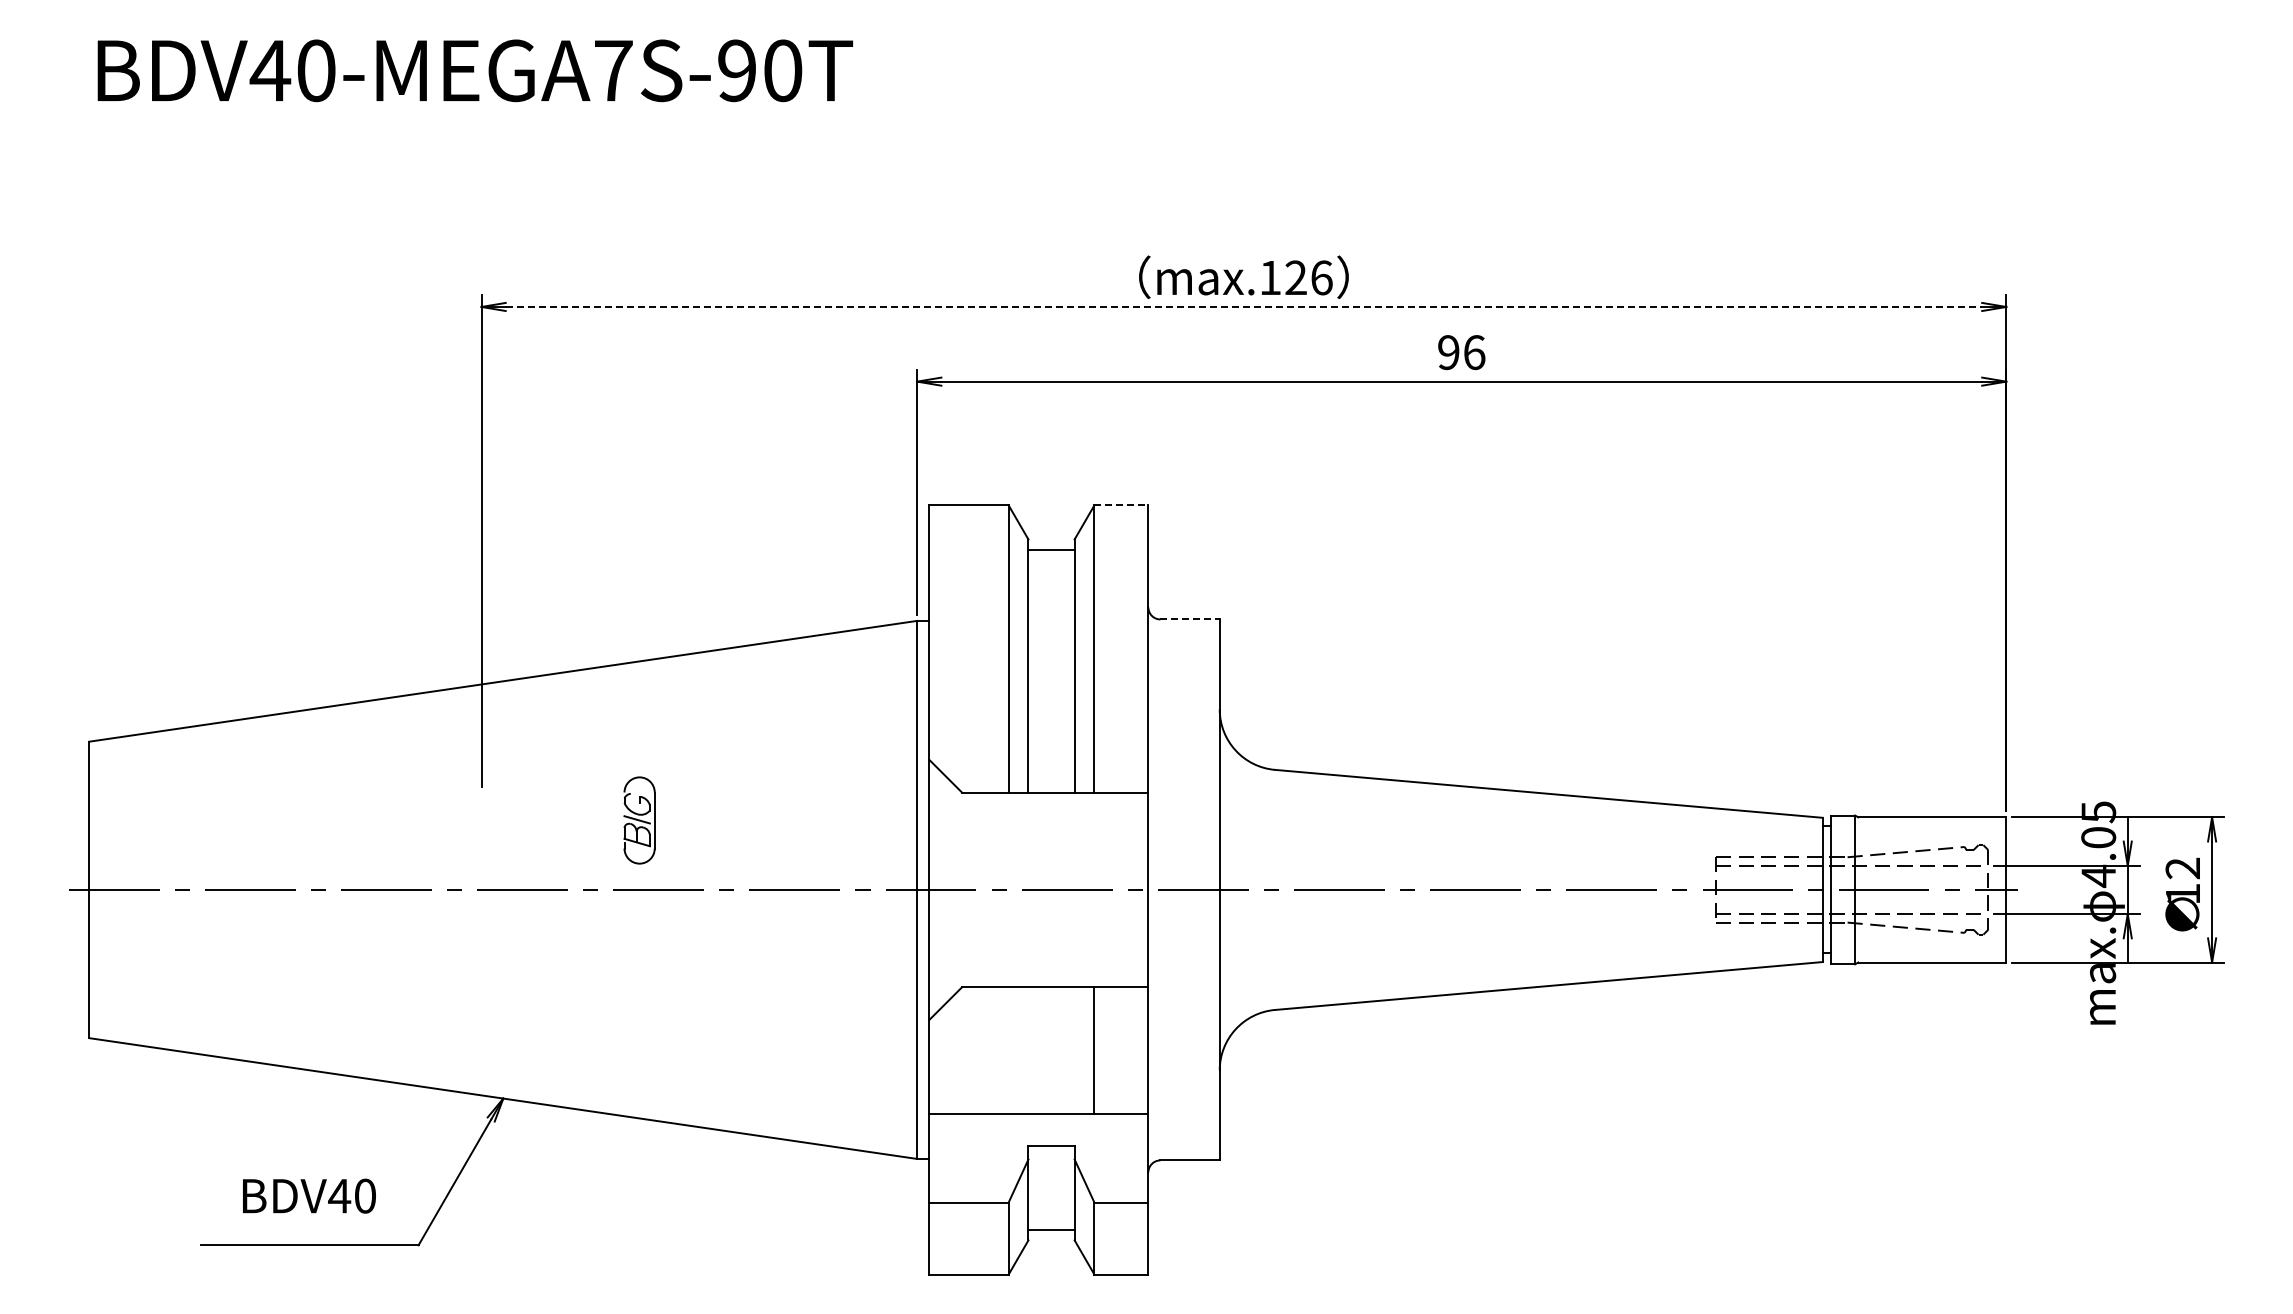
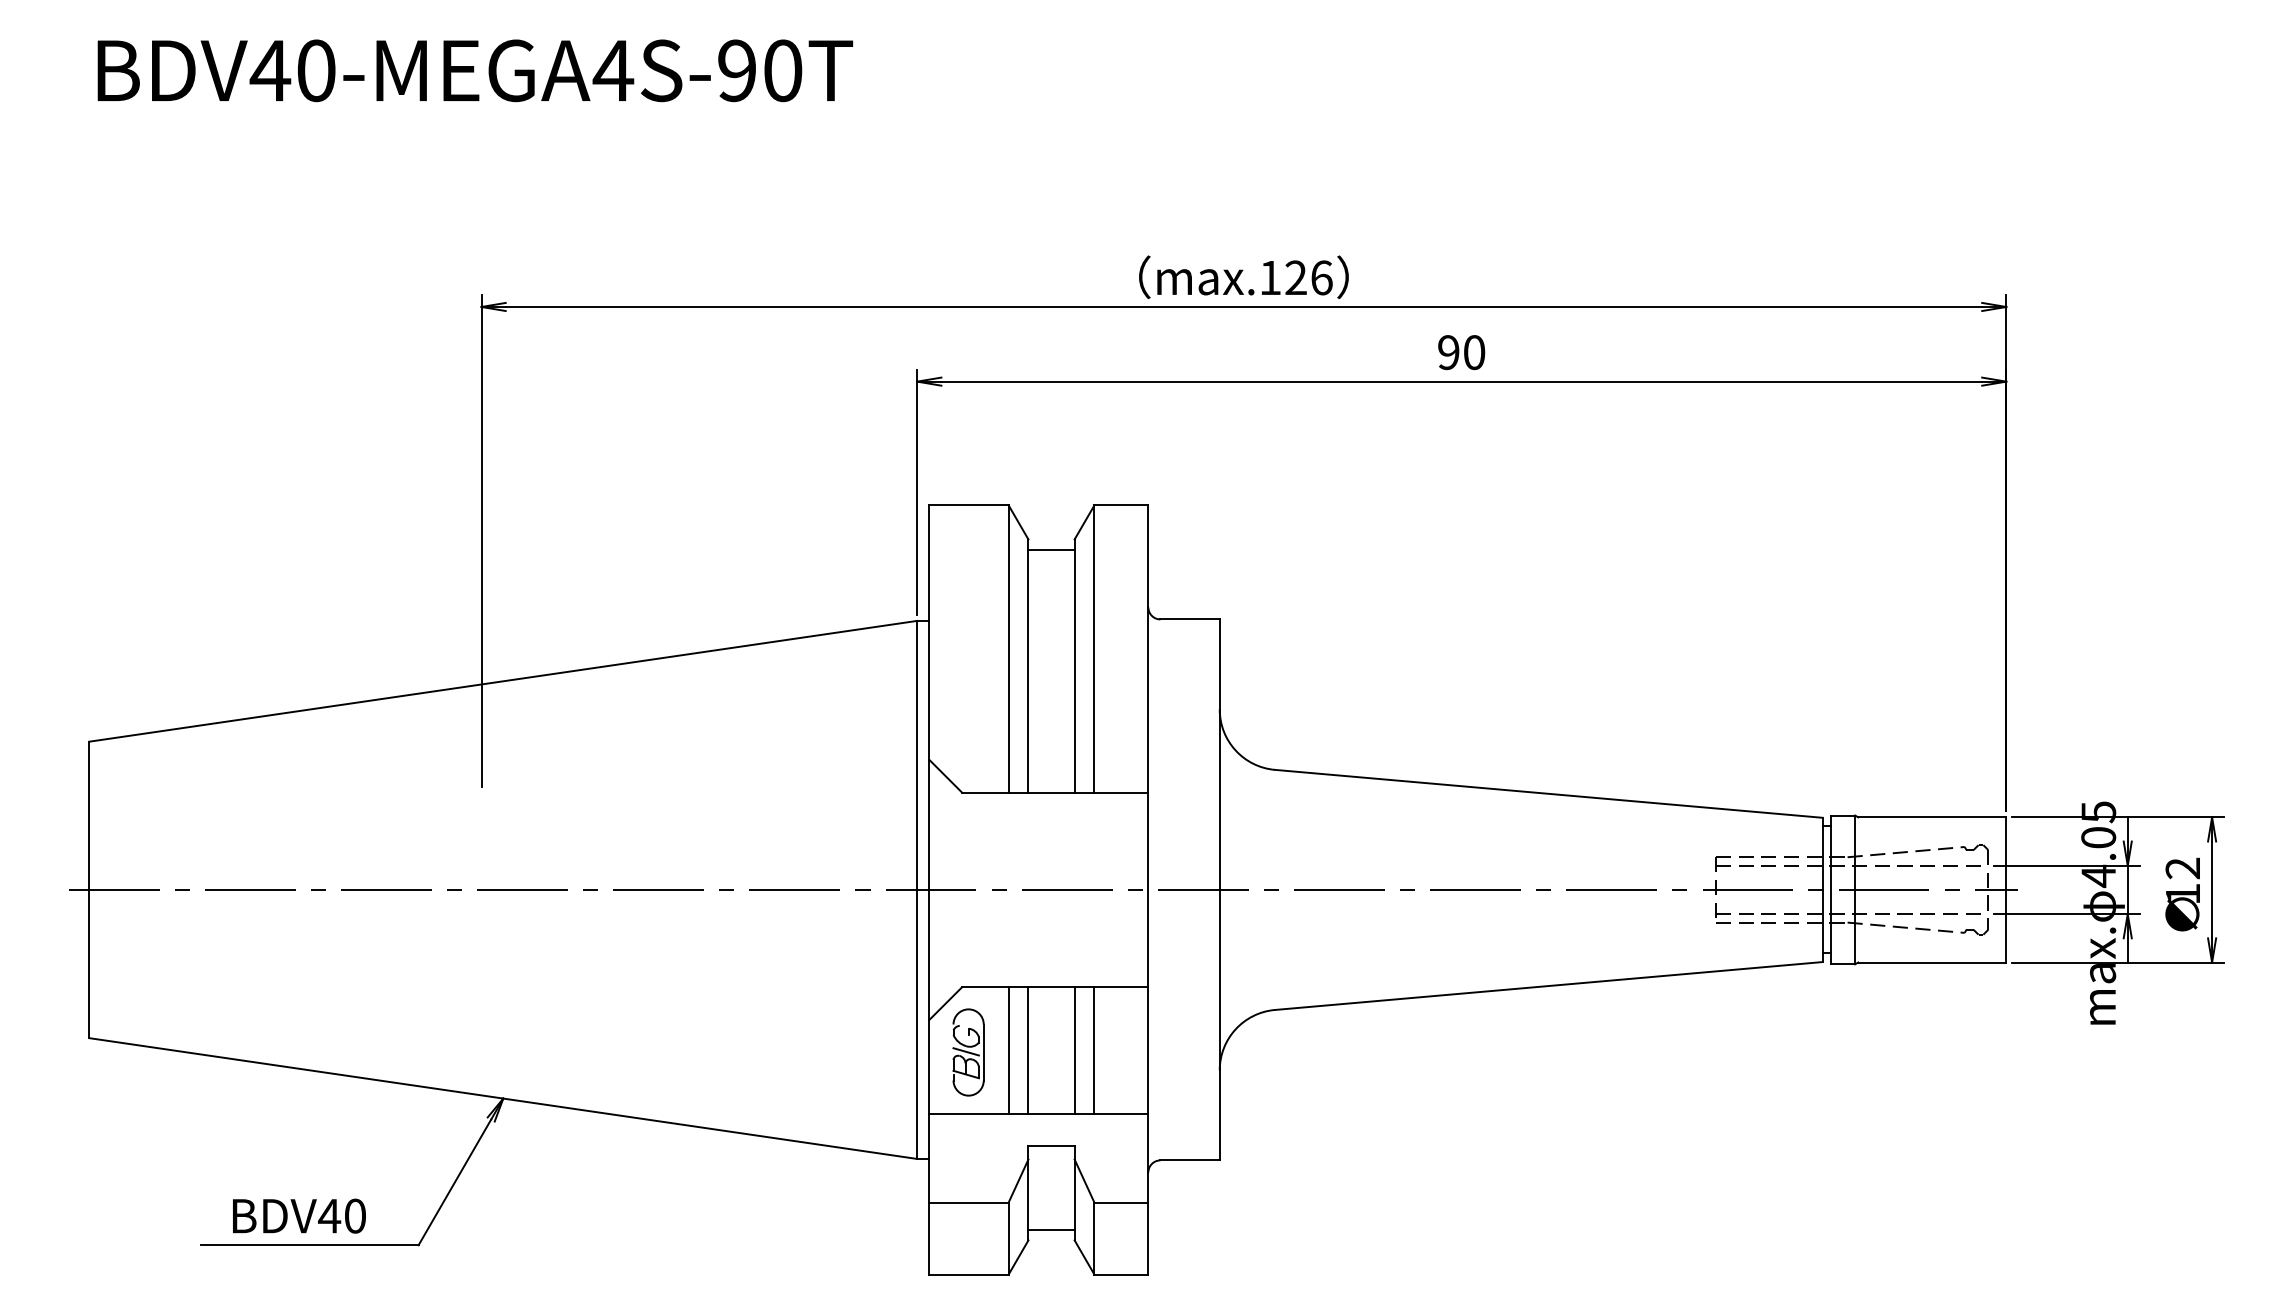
text at (613, 70): BDV40-MEGA7S-90T -> BDV40-MEGA4S-90T
line at (1244, 306): dashed -> solid
text at (1474, 352): 96 -> 90
line at (1121, 505): dashed -> solid
line at (1190, 619): dashed -> solid
part at (639, 820) position: (639, 820) -> (968, 1052)
line at (1008, 1050): none -> present
line at (1028, 1050): none -> present
line at (1074, 1050): none -> present
text at (309, 1195) position: (309, 1195) -> (299, 1215)
